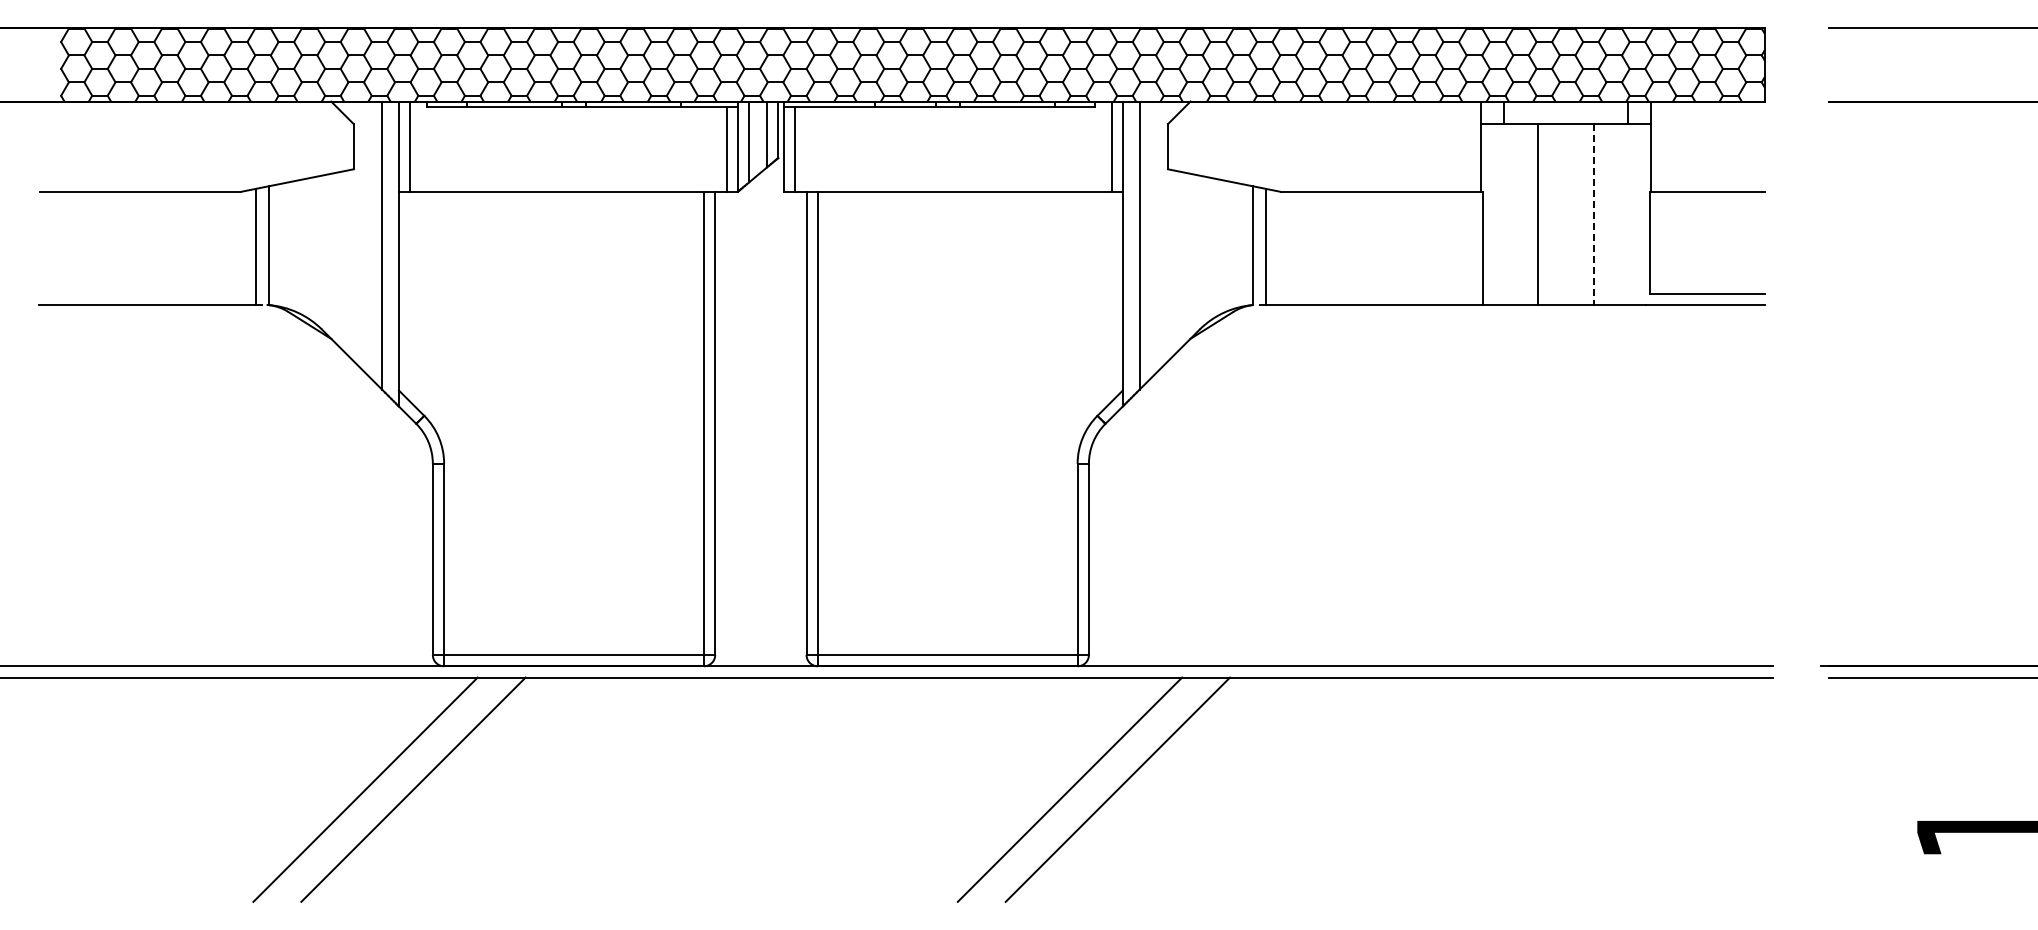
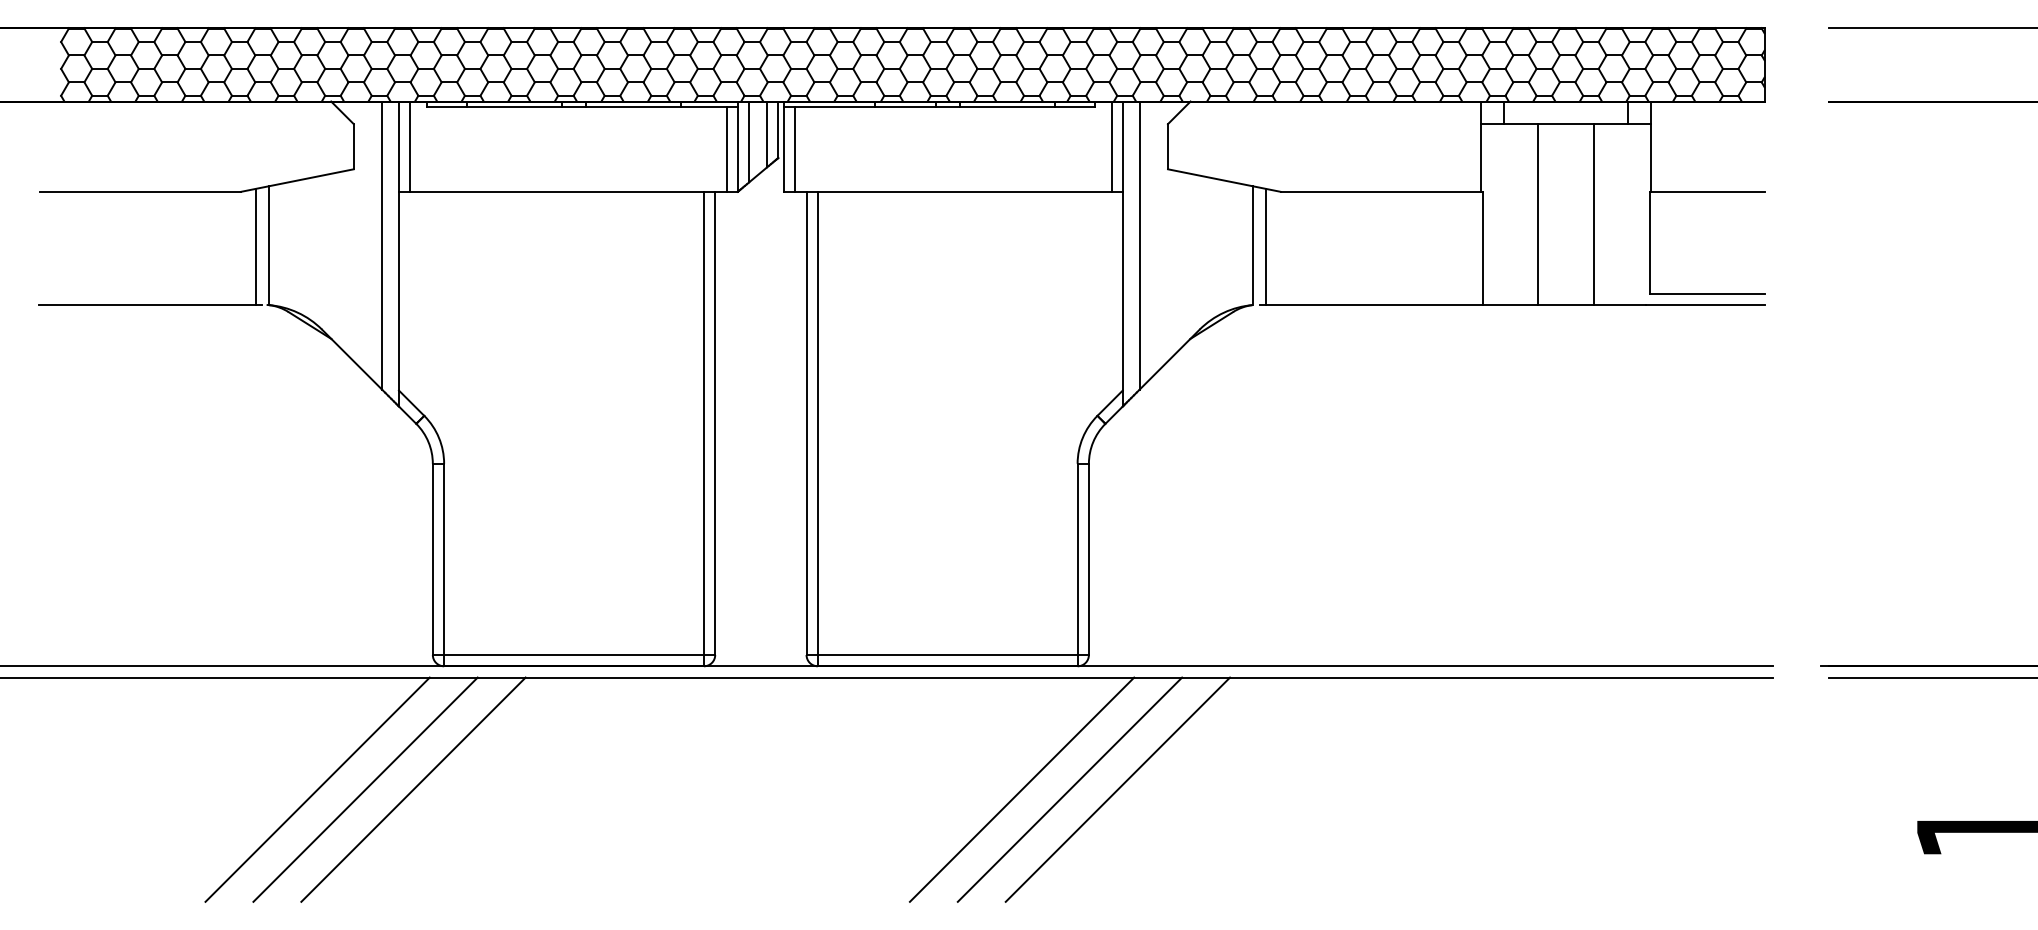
line at (1594, 214): dashed -> solid
line at (317, 789): none -> present
line at (1021, 789): none -> present
